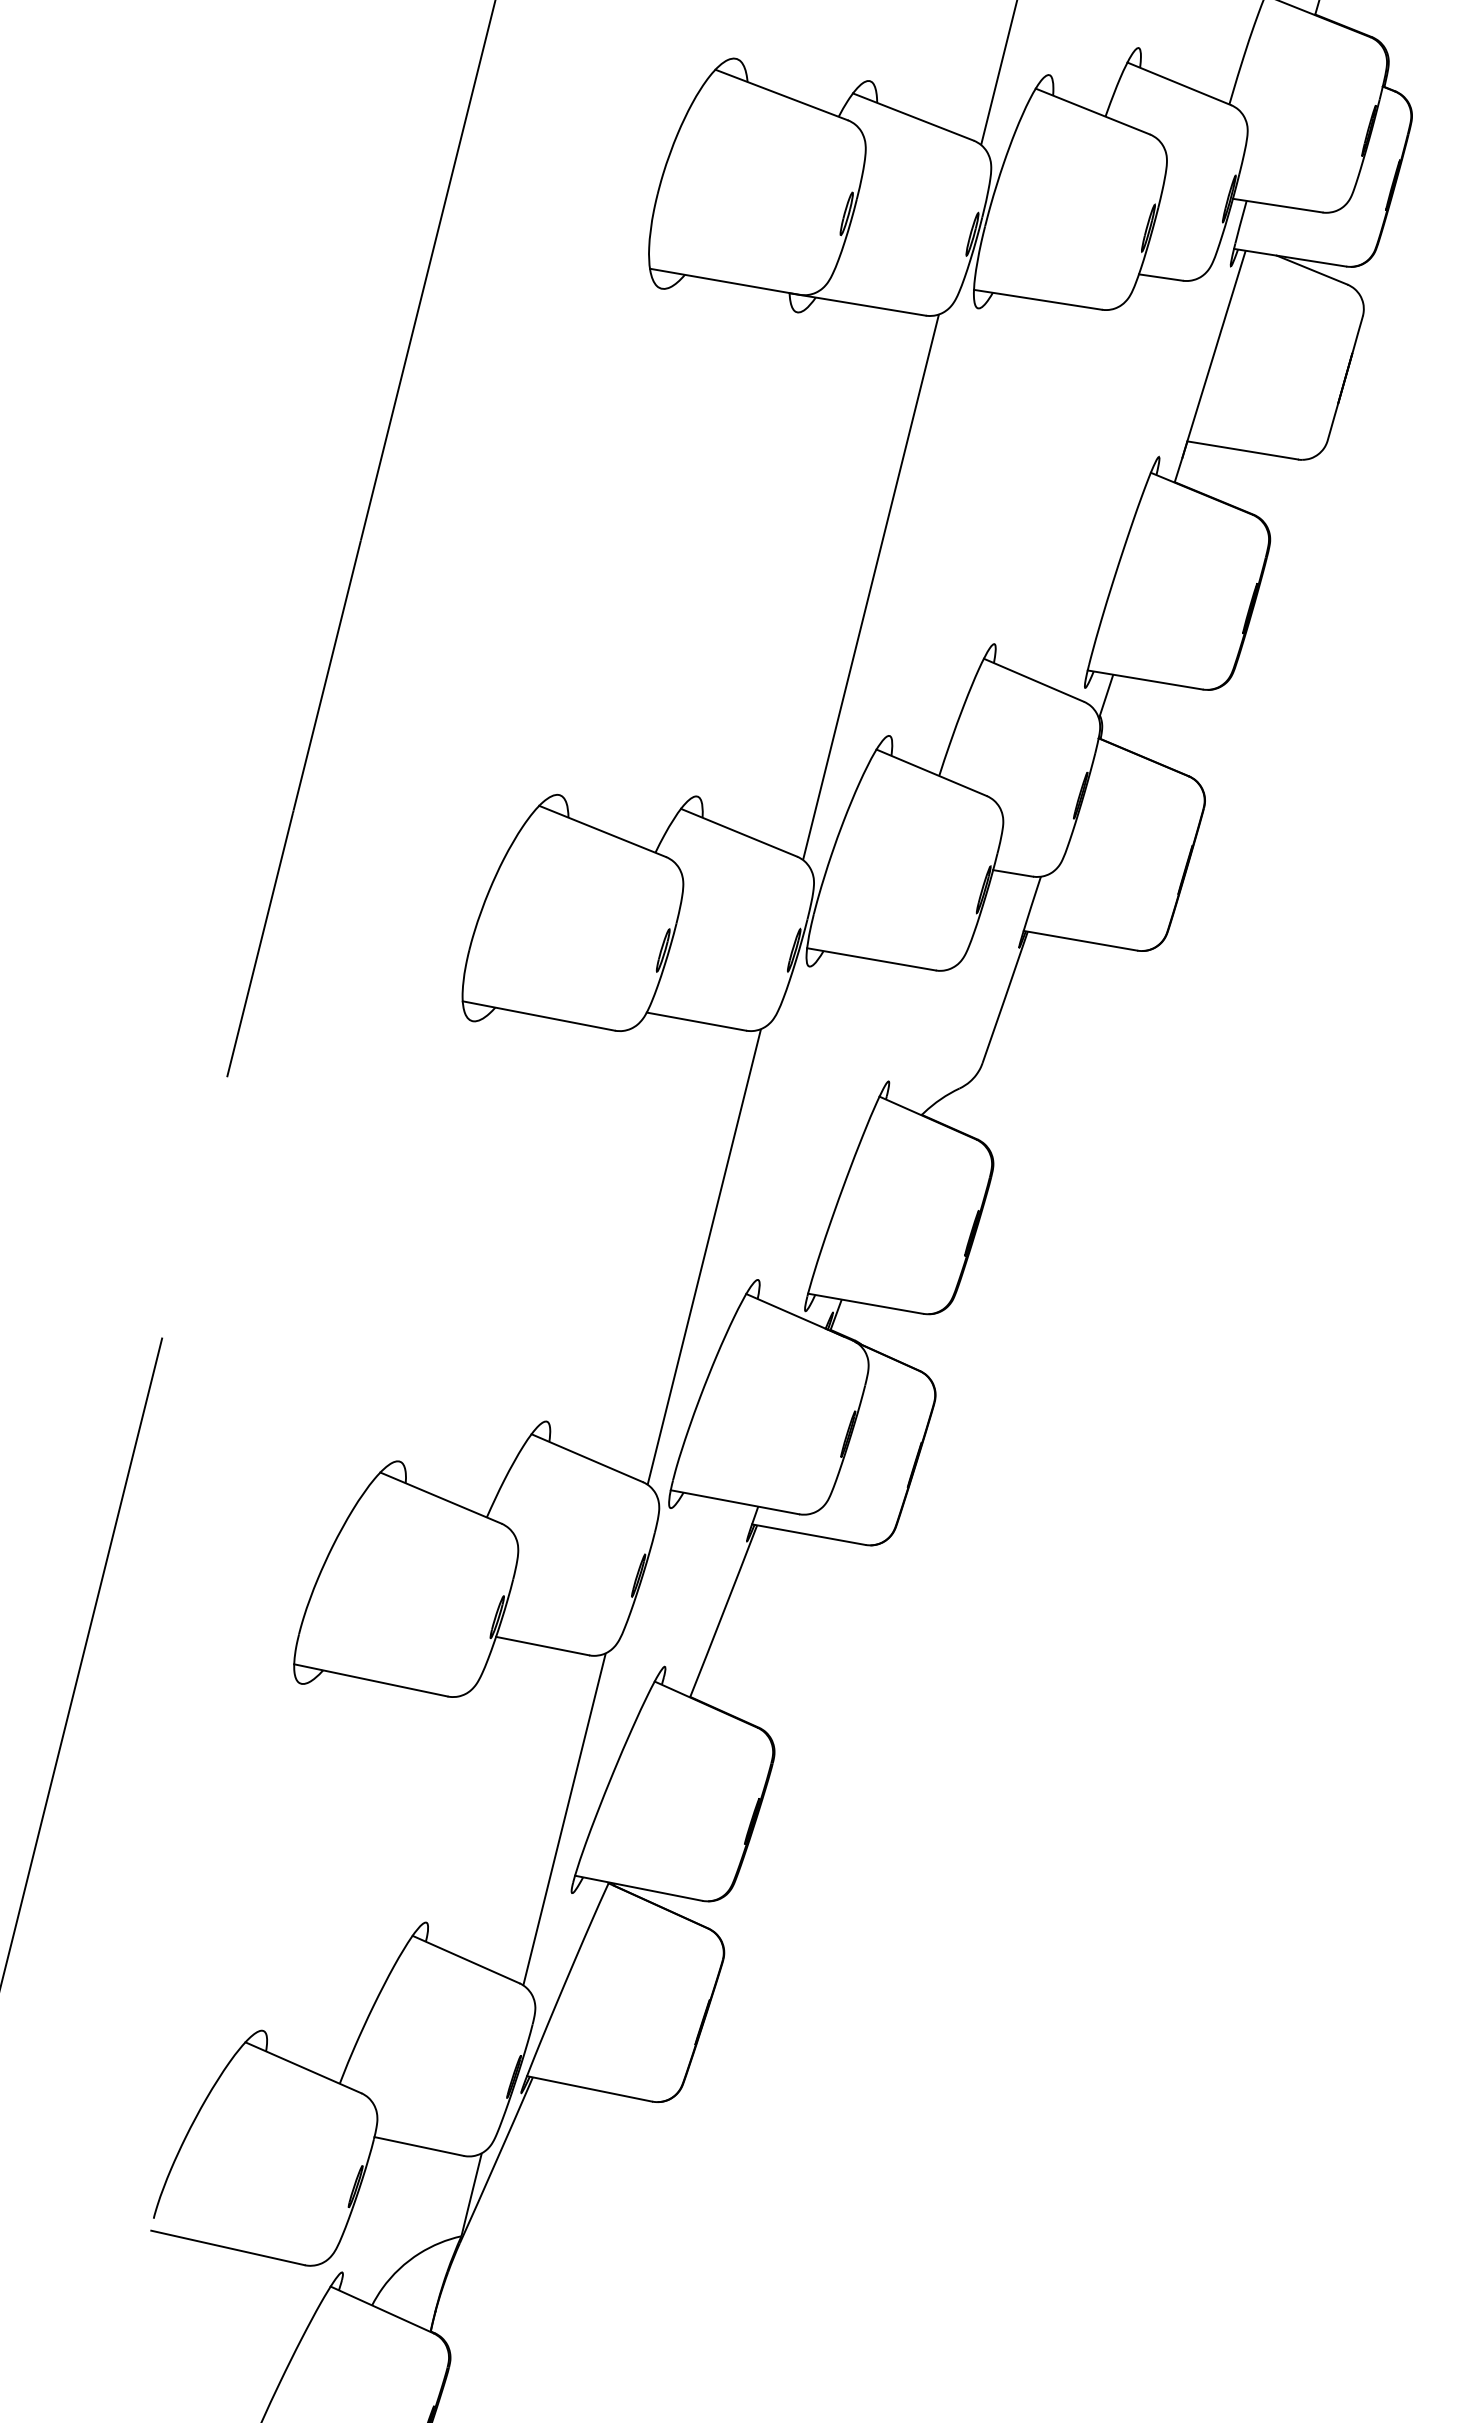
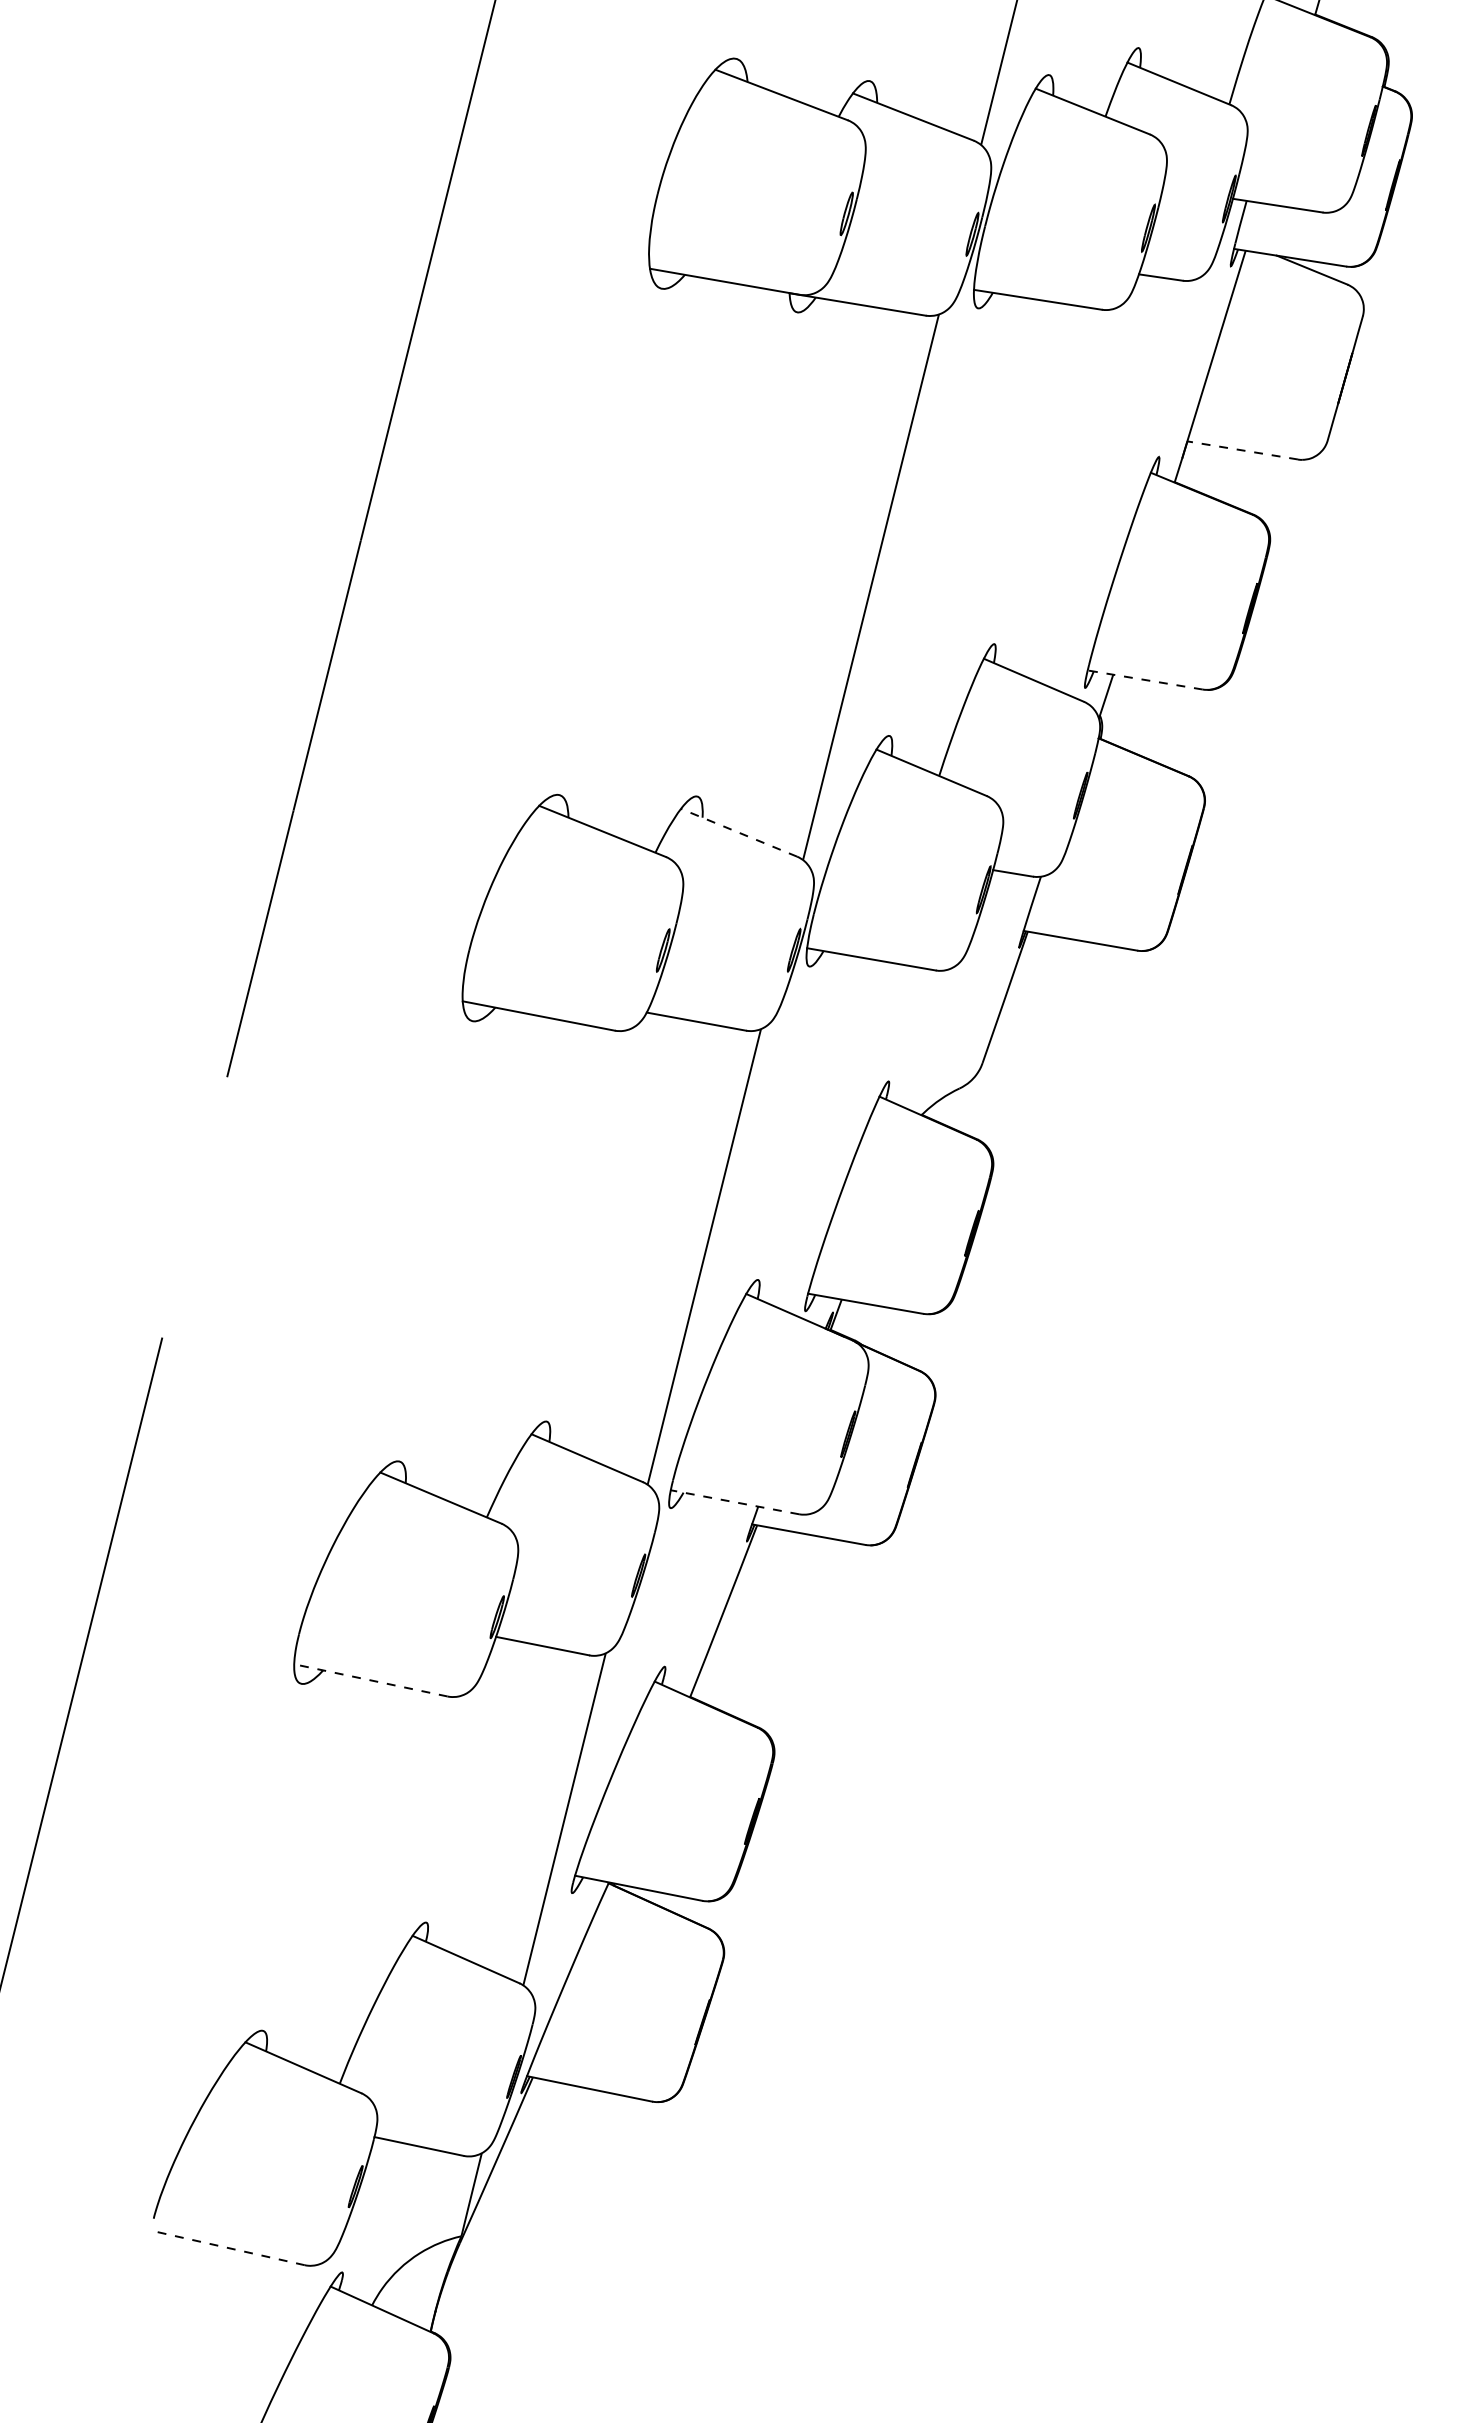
line at (1242, 450): solid -> dashed
line at (1144, 679): solid -> dashed
line at (739, 832): solid -> dashed
line at (734, 1502): solid -> dashed
line at (370, 1680): solid -> dashed
line at (228, 2247): solid -> dashed
